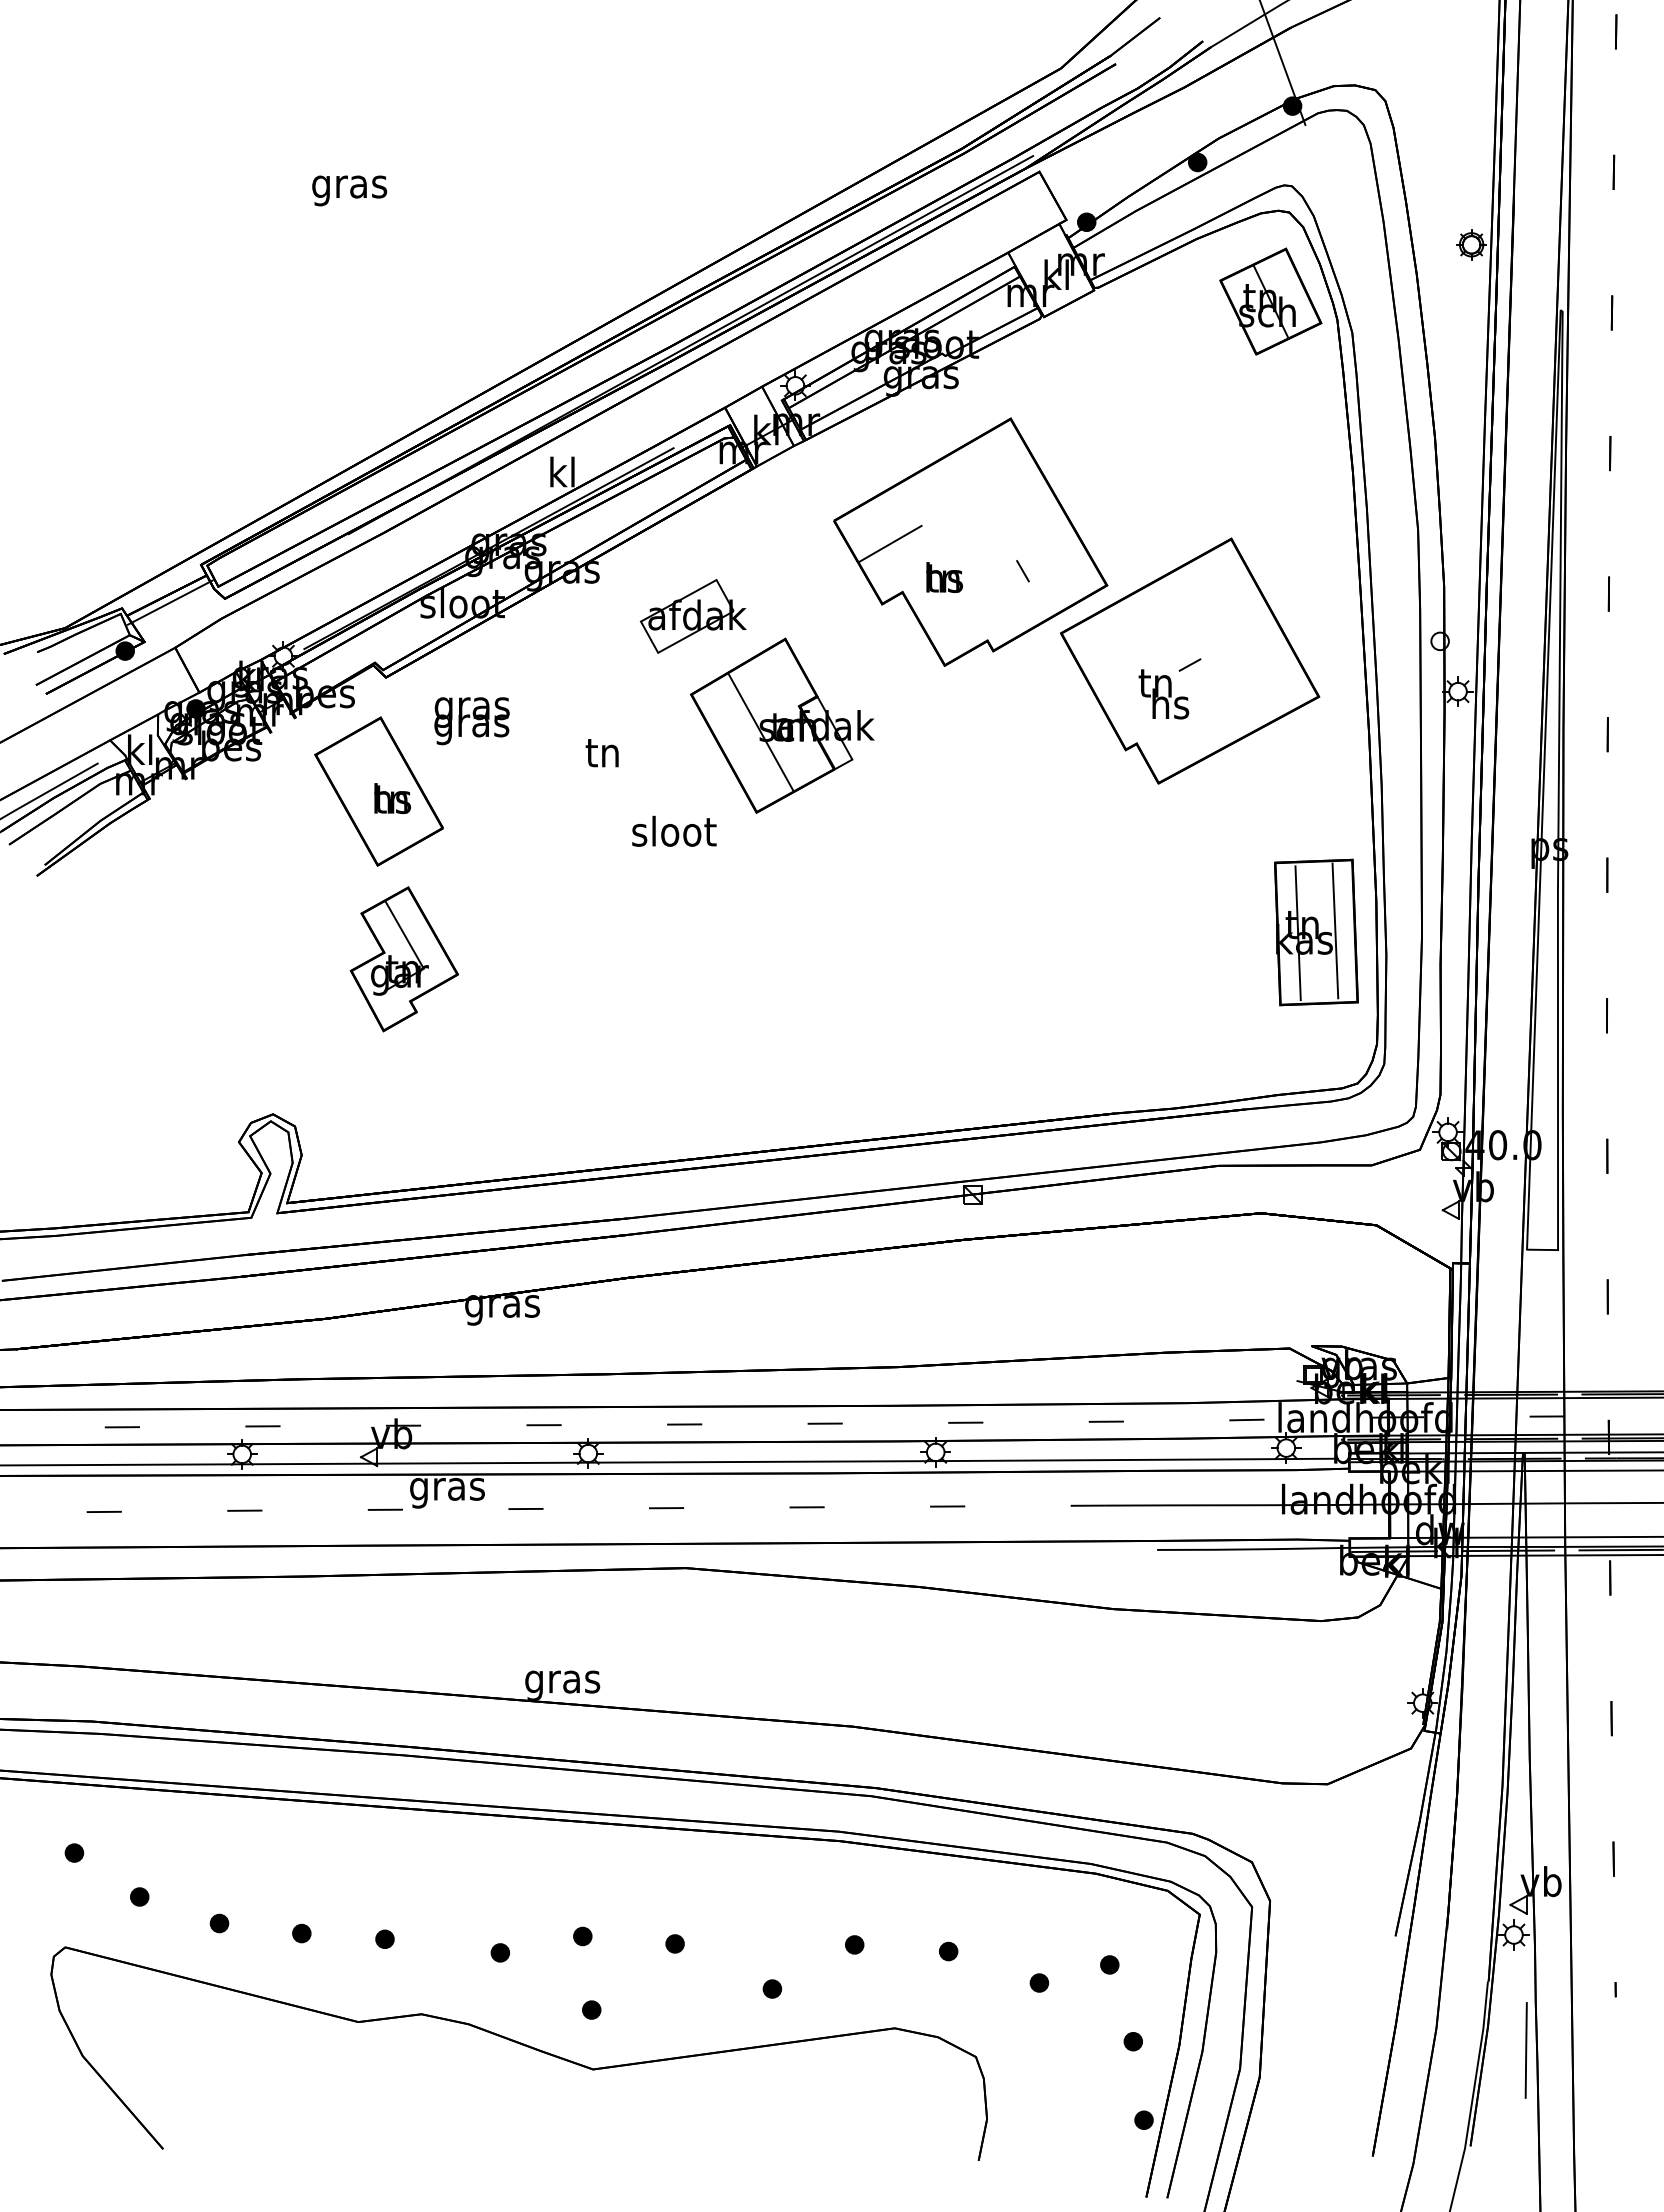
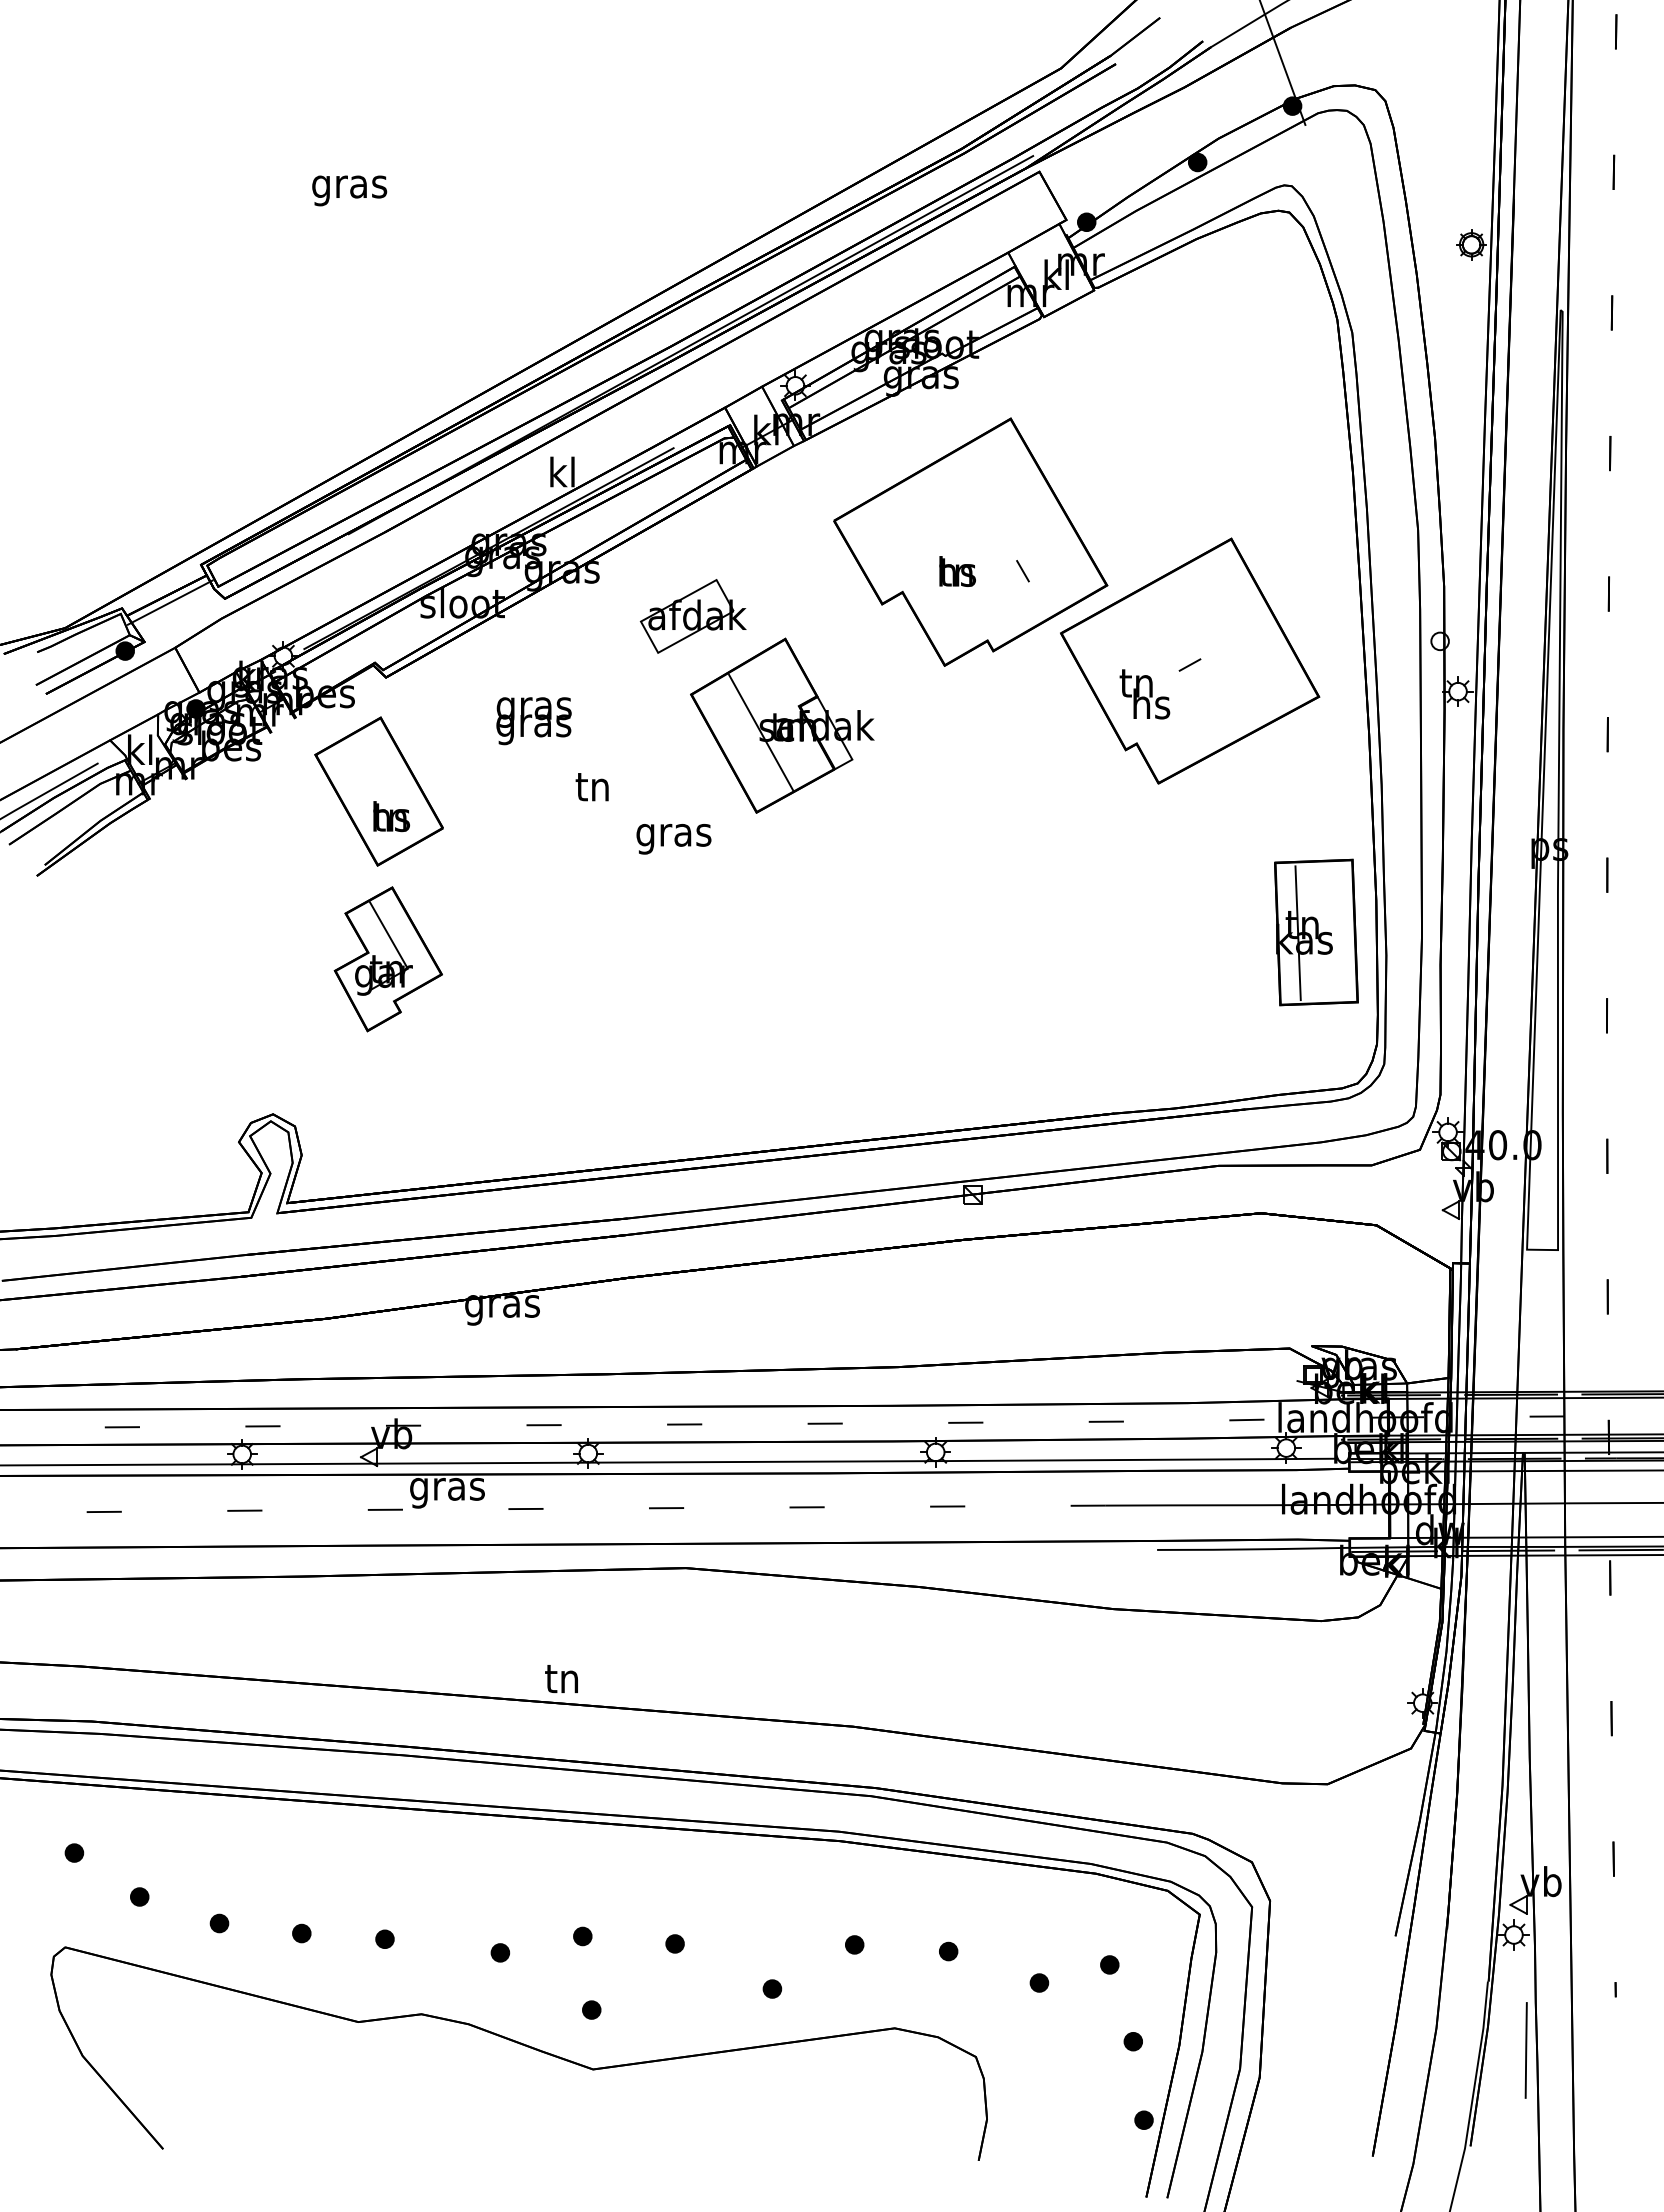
part at (1270, 301): present -> none
line at (890, 543): present -> none
text at (944, 577) position: (944, 577) -> (957, 571)
text at (1163, 694) position: (1163, 694) -> (1144, 694)
text at (471, 721) position: (471, 721) -> (533, 721)
text at (601, 753) position: (601, 753) -> (591, 787)
text at (392, 798) position: (392, 798) -> (391, 816)
text at (674, 834): sloot -> gras
line at (1335, 930): present -> none
part at (403, 959) position: (403, 959) -> (387, 959)
text at (562, 1682): gras -> tn
